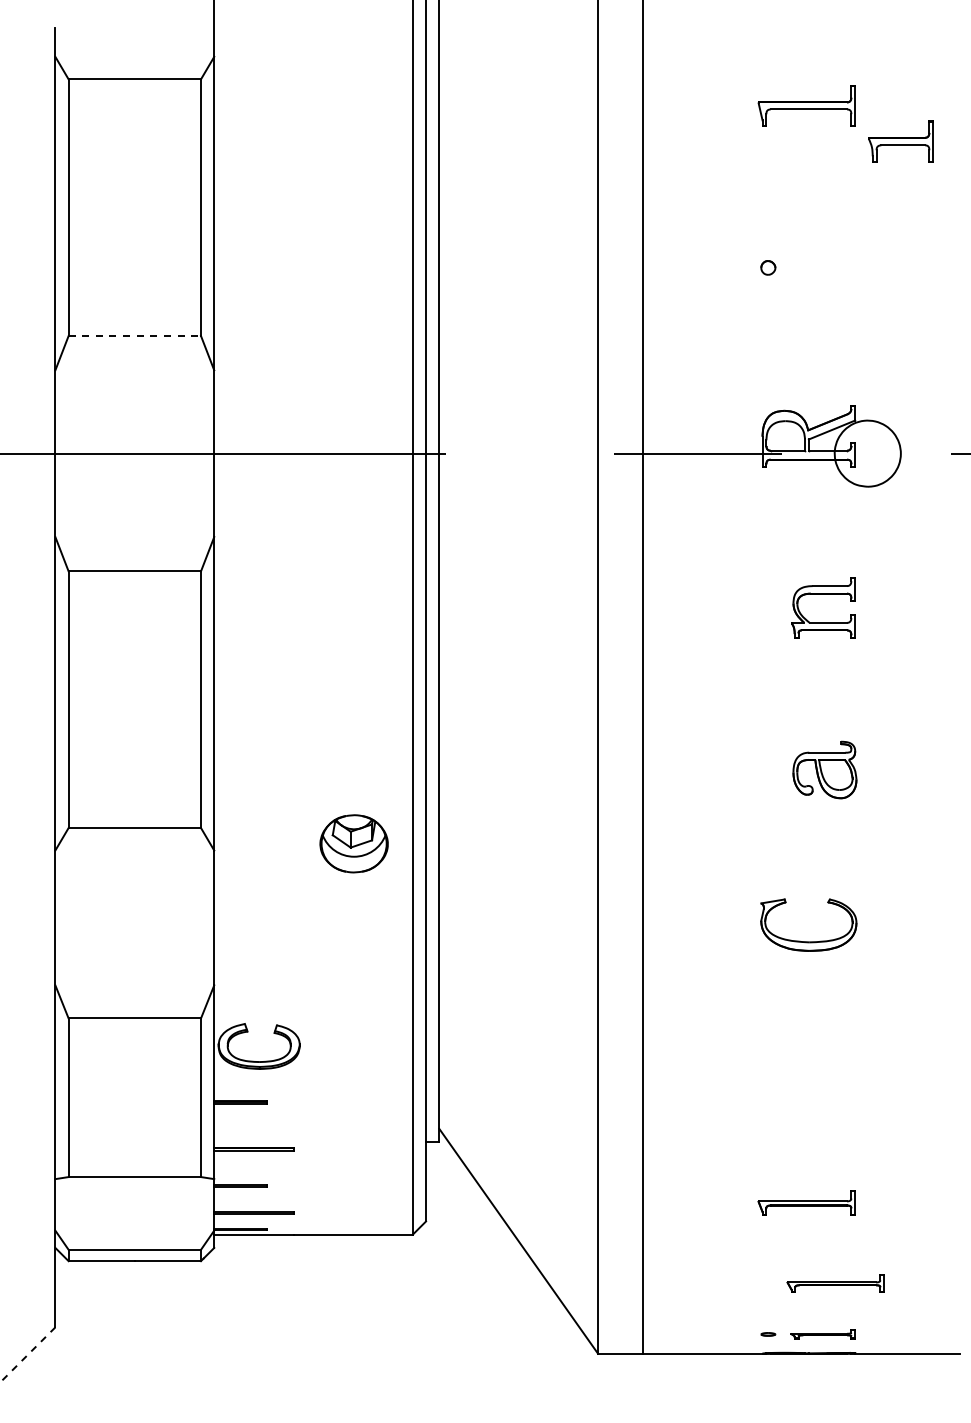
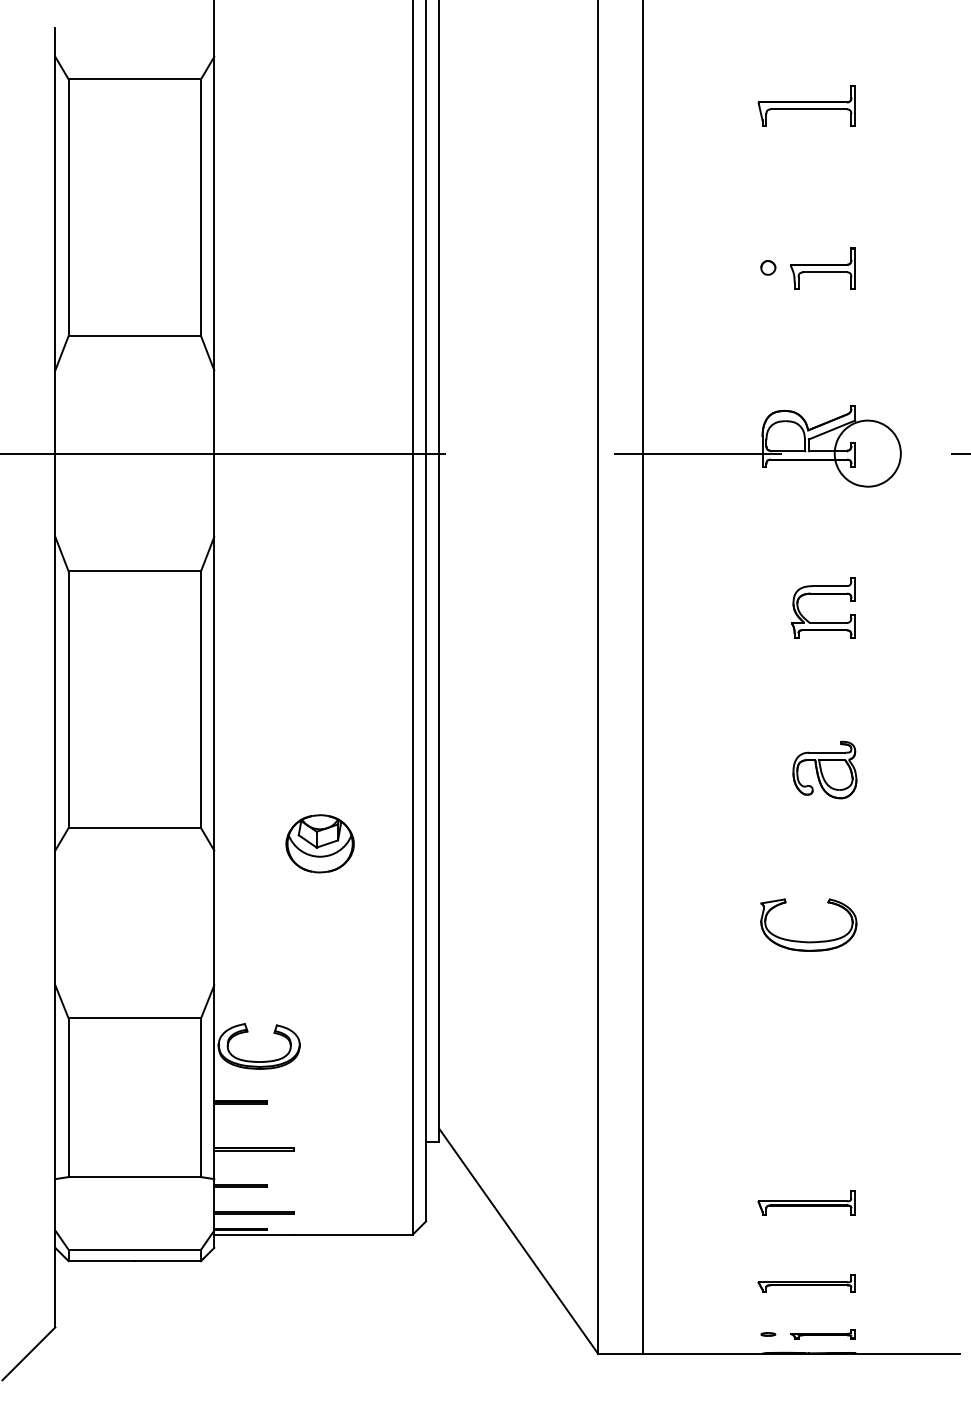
part at (900, 141) position: (900, 141) -> (822, 268)
line at (135, 335): dashed -> solid
part at (353, 843) position: (353, 843) -> (319, 843)
part at (835, 1283) position: (835, 1283) -> (806, 1283)
line at (29, 1353): dashed -> solid
